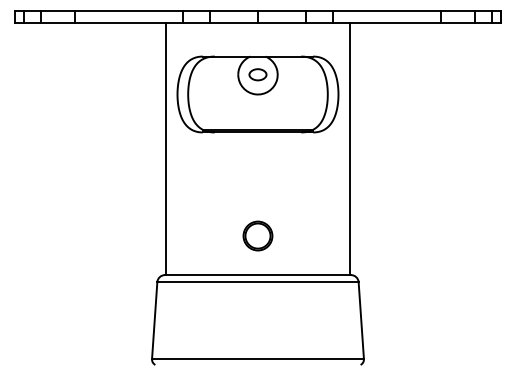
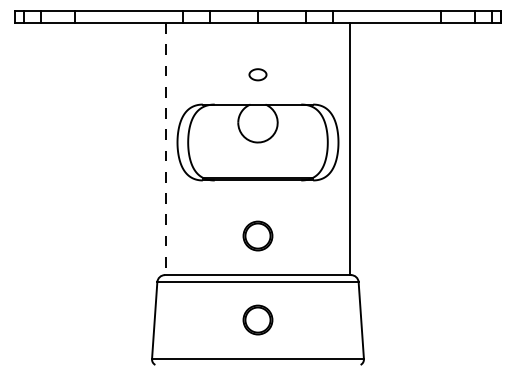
part at (257, 94) position: (257, 94) -> (257, 142)
line at (166, 149): solid -> dashed
part at (257, 319): none -> present
